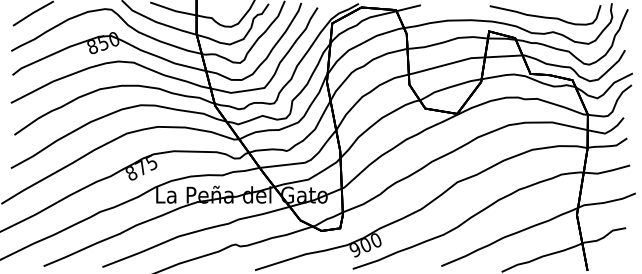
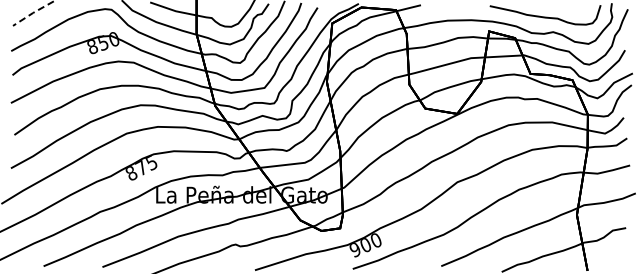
line at (33, 12): solid -> dashed
